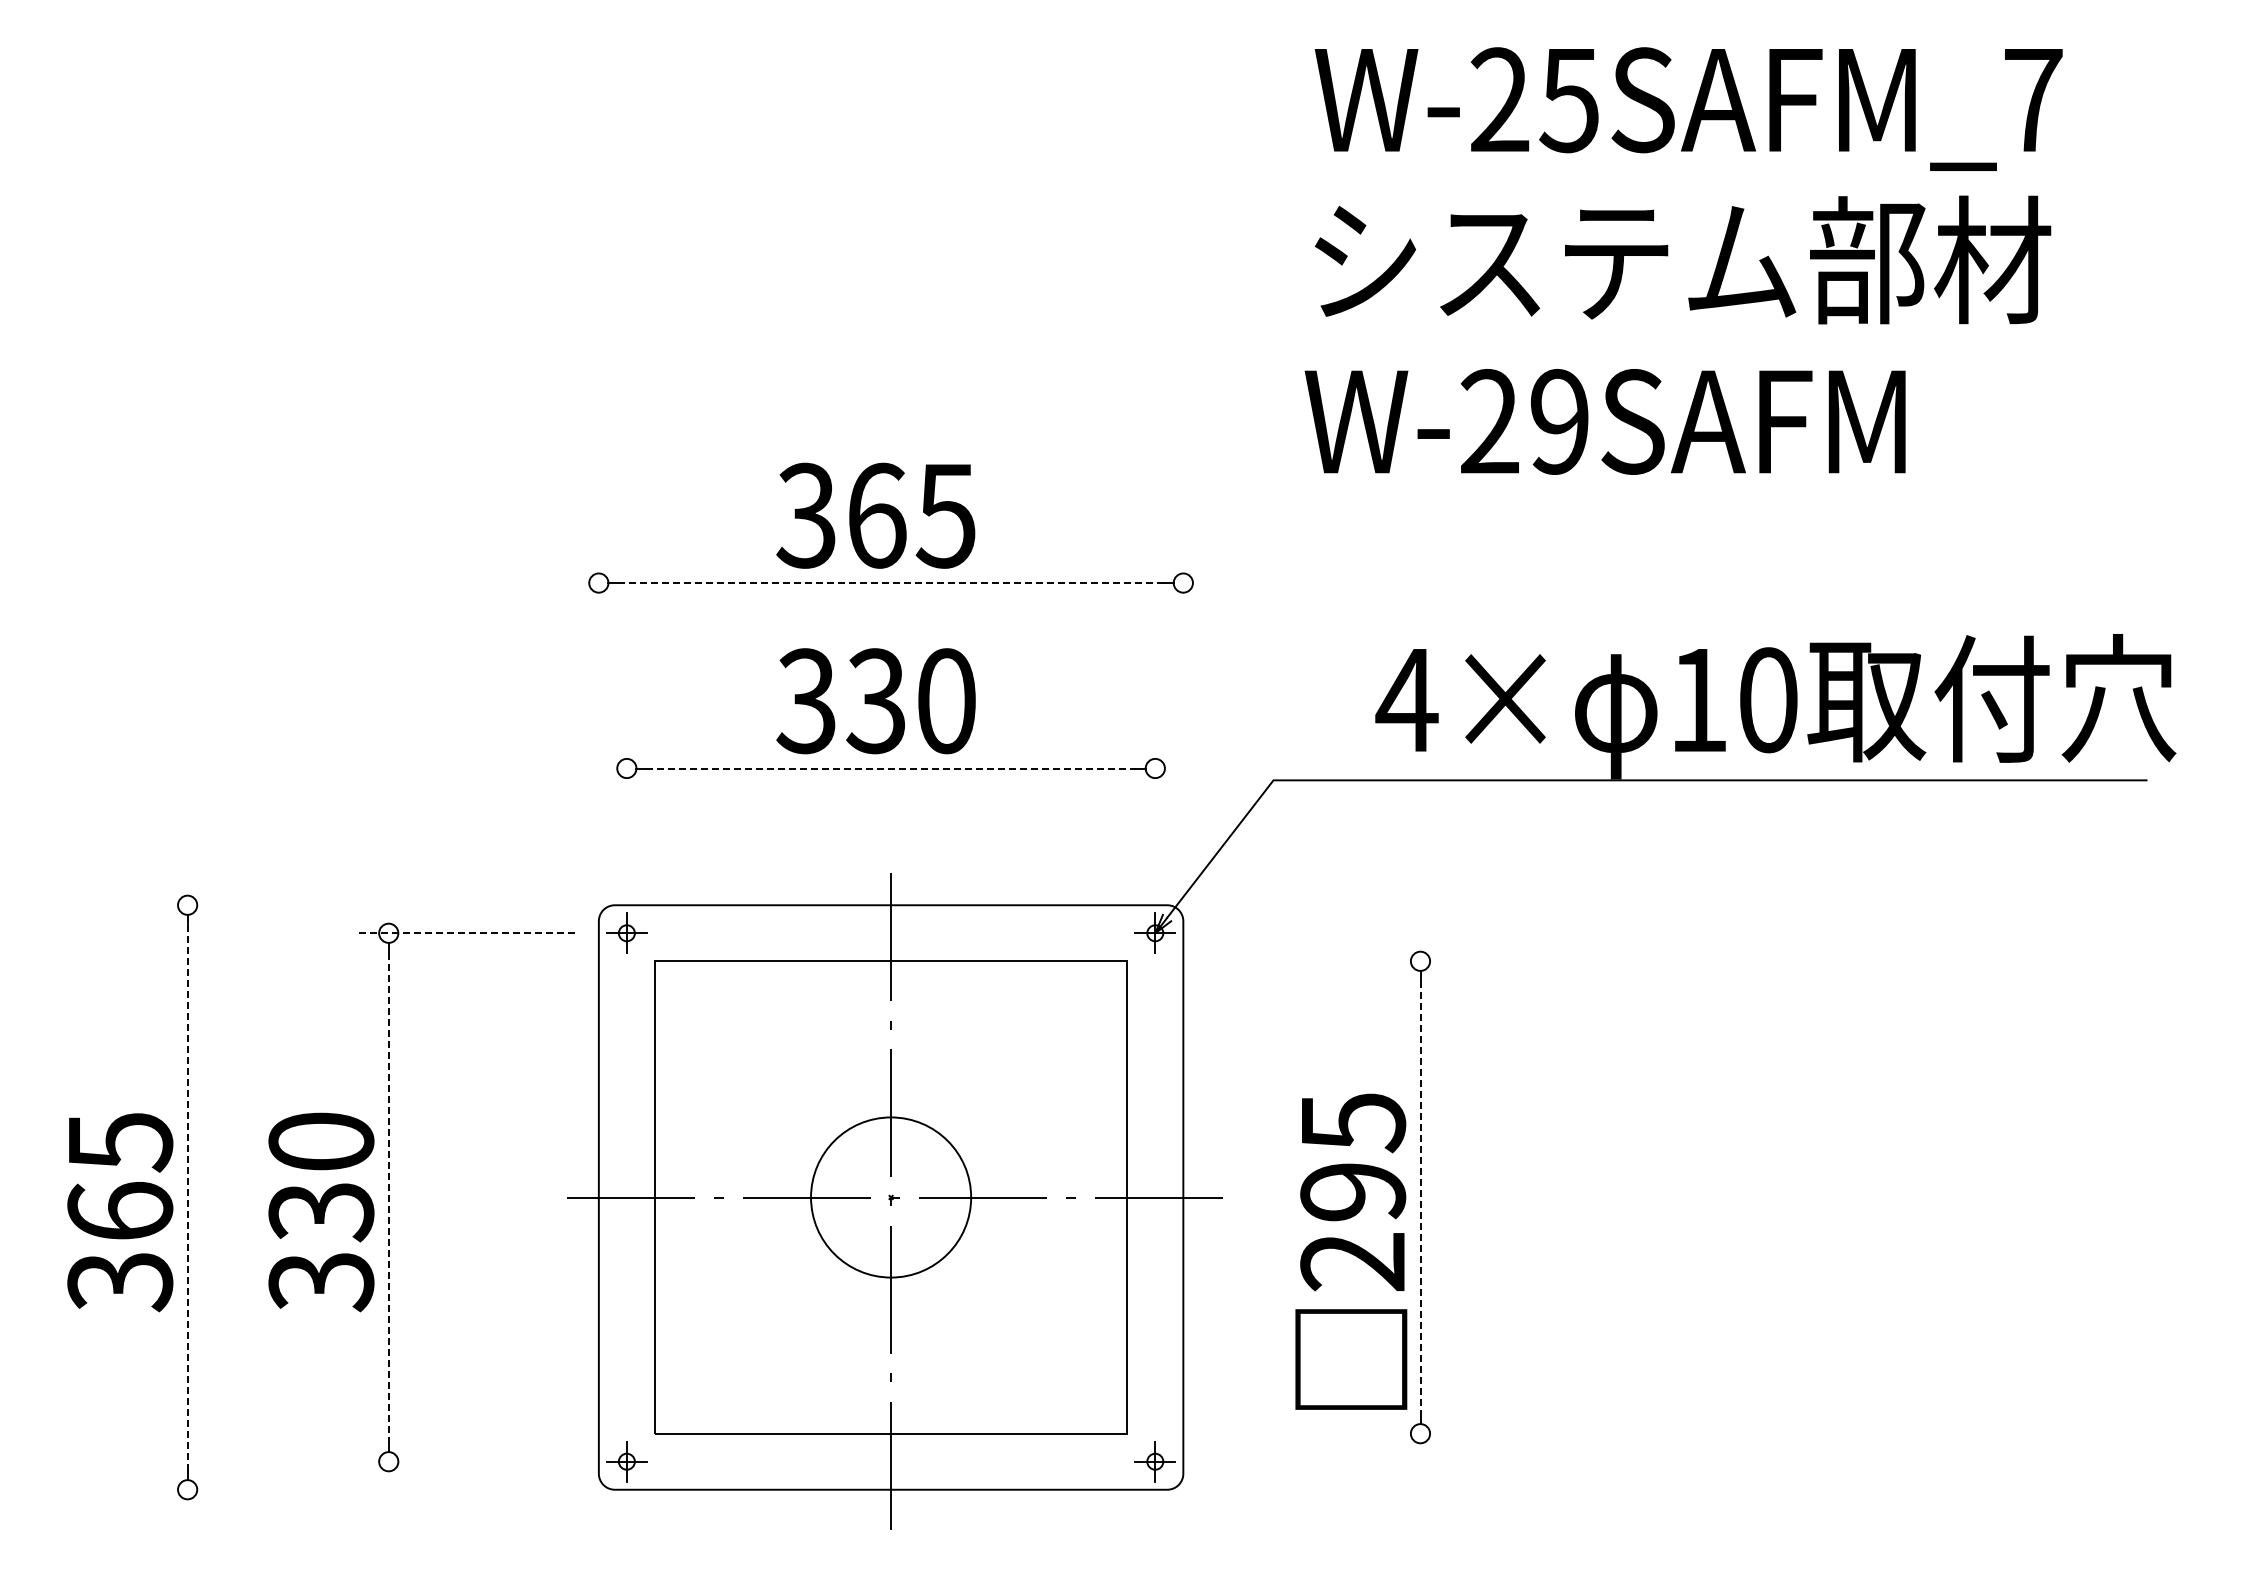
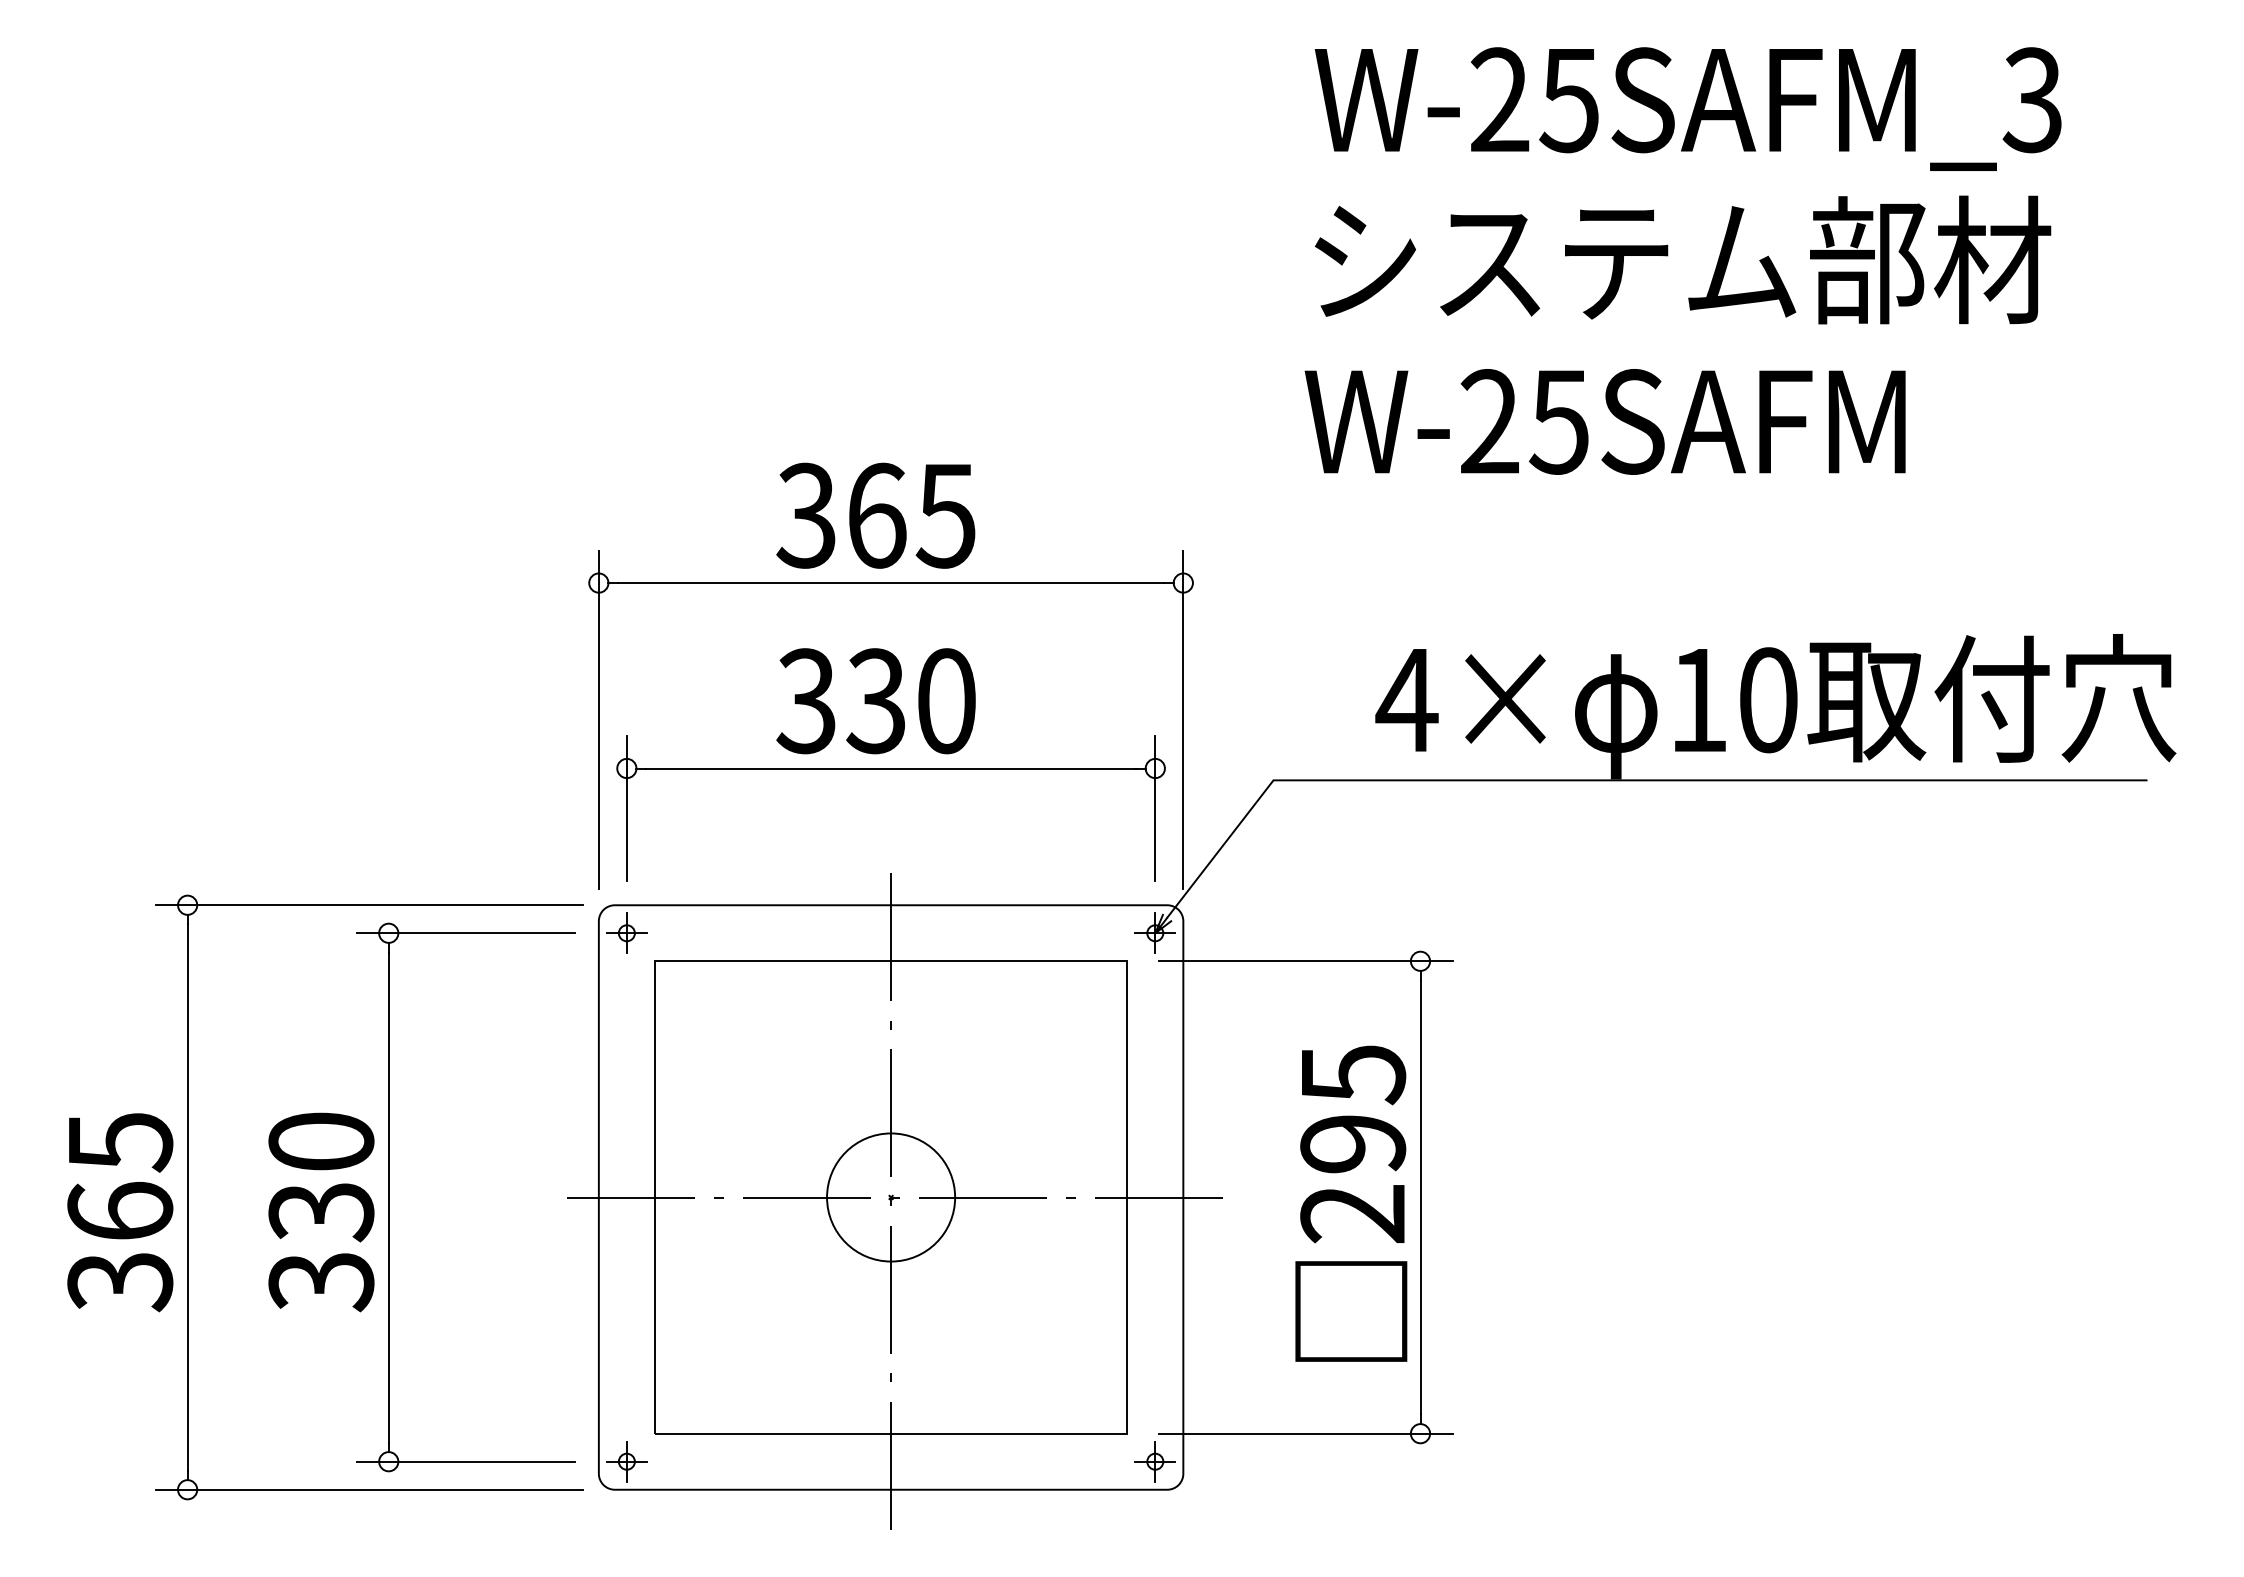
text at (2032, 100): W-25SAFM_7 -> W-25SAFM_3
text at (1558, 421): W-29SAFM -> W-25SAFM
line at (891, 583): dashed -> solid
line at (598, 720): none -> present
line at (1183, 720): none -> present
line at (891, 768): dashed -> solid
line at (626, 808): none -> present
line at (1155, 808): none -> present
line at (368, 905): none -> present
line at (465, 933): dashed -> solid
line at (1305, 961): none -> present
line at (187, 1197): dashed -> solid
circle at (891, 1197) diameter: 160 px -> 128 px
line at (1420, 1197): dashed -> solid
line at (388, 1198): dashed -> solid
text at (1351, 1251) position: (1351, 1251) -> (1351, 1203)
line at (1305, 1433): none -> present
line at (465, 1461): none -> present
line at (368, 1489): none -> present
